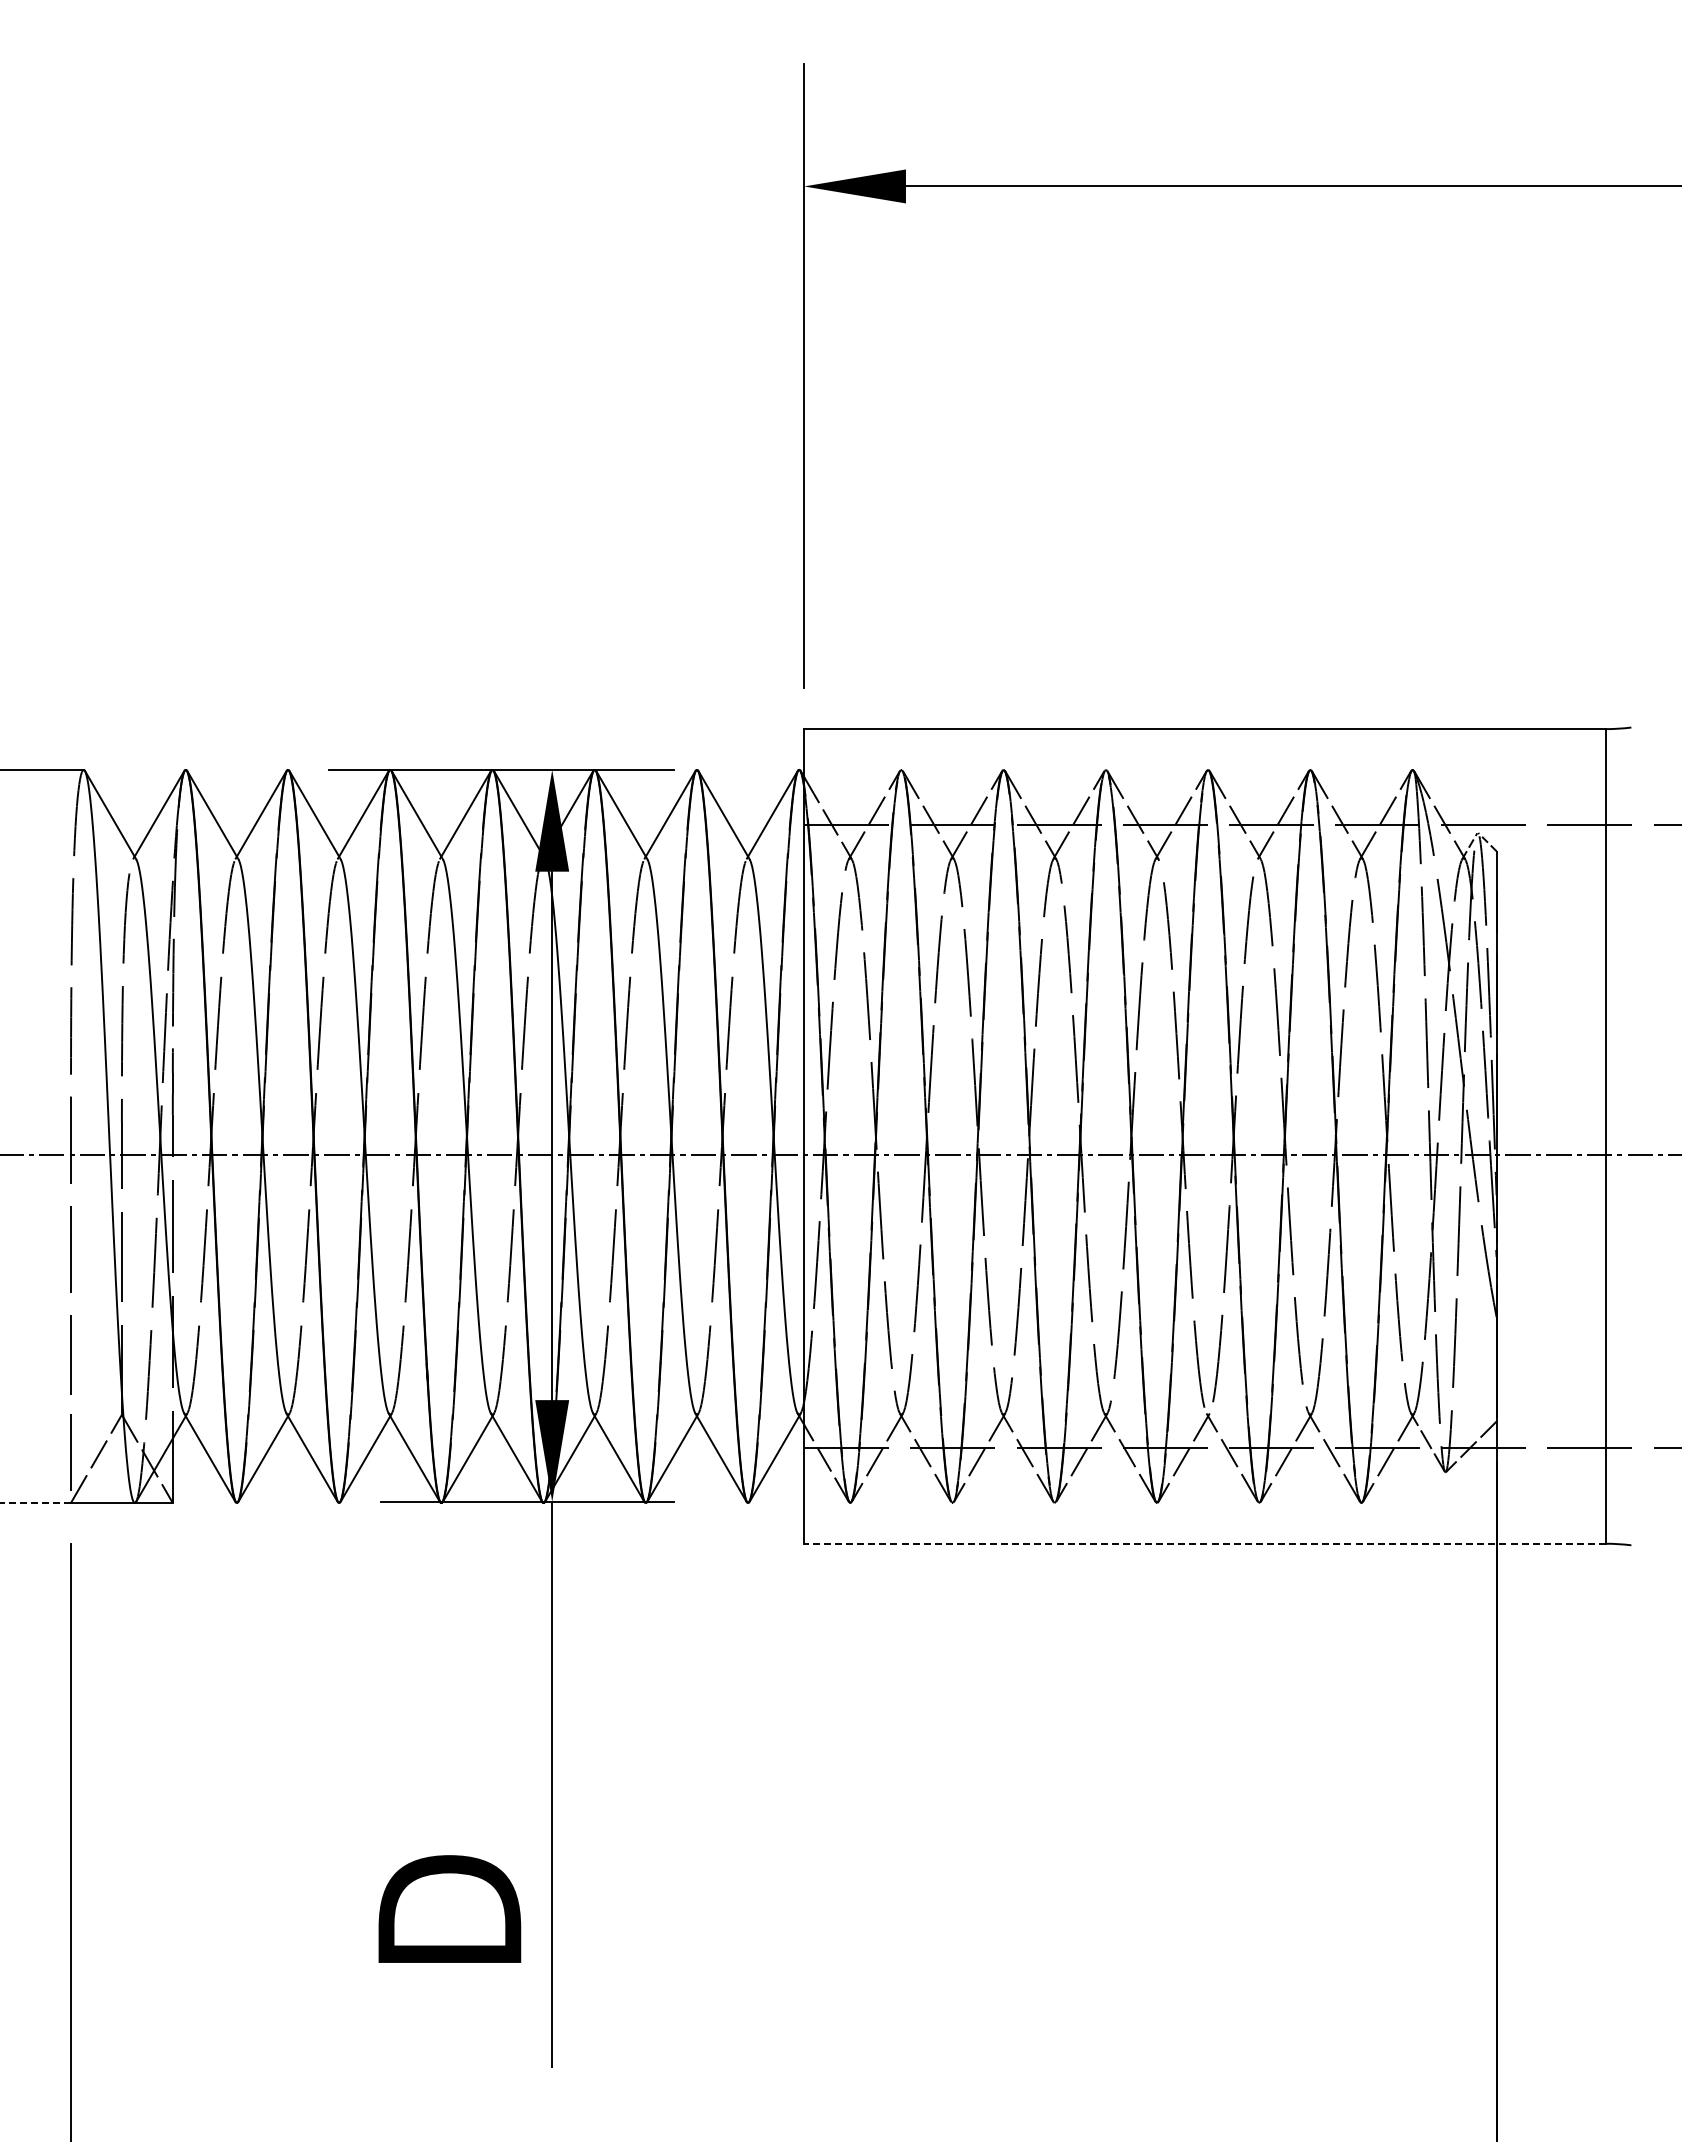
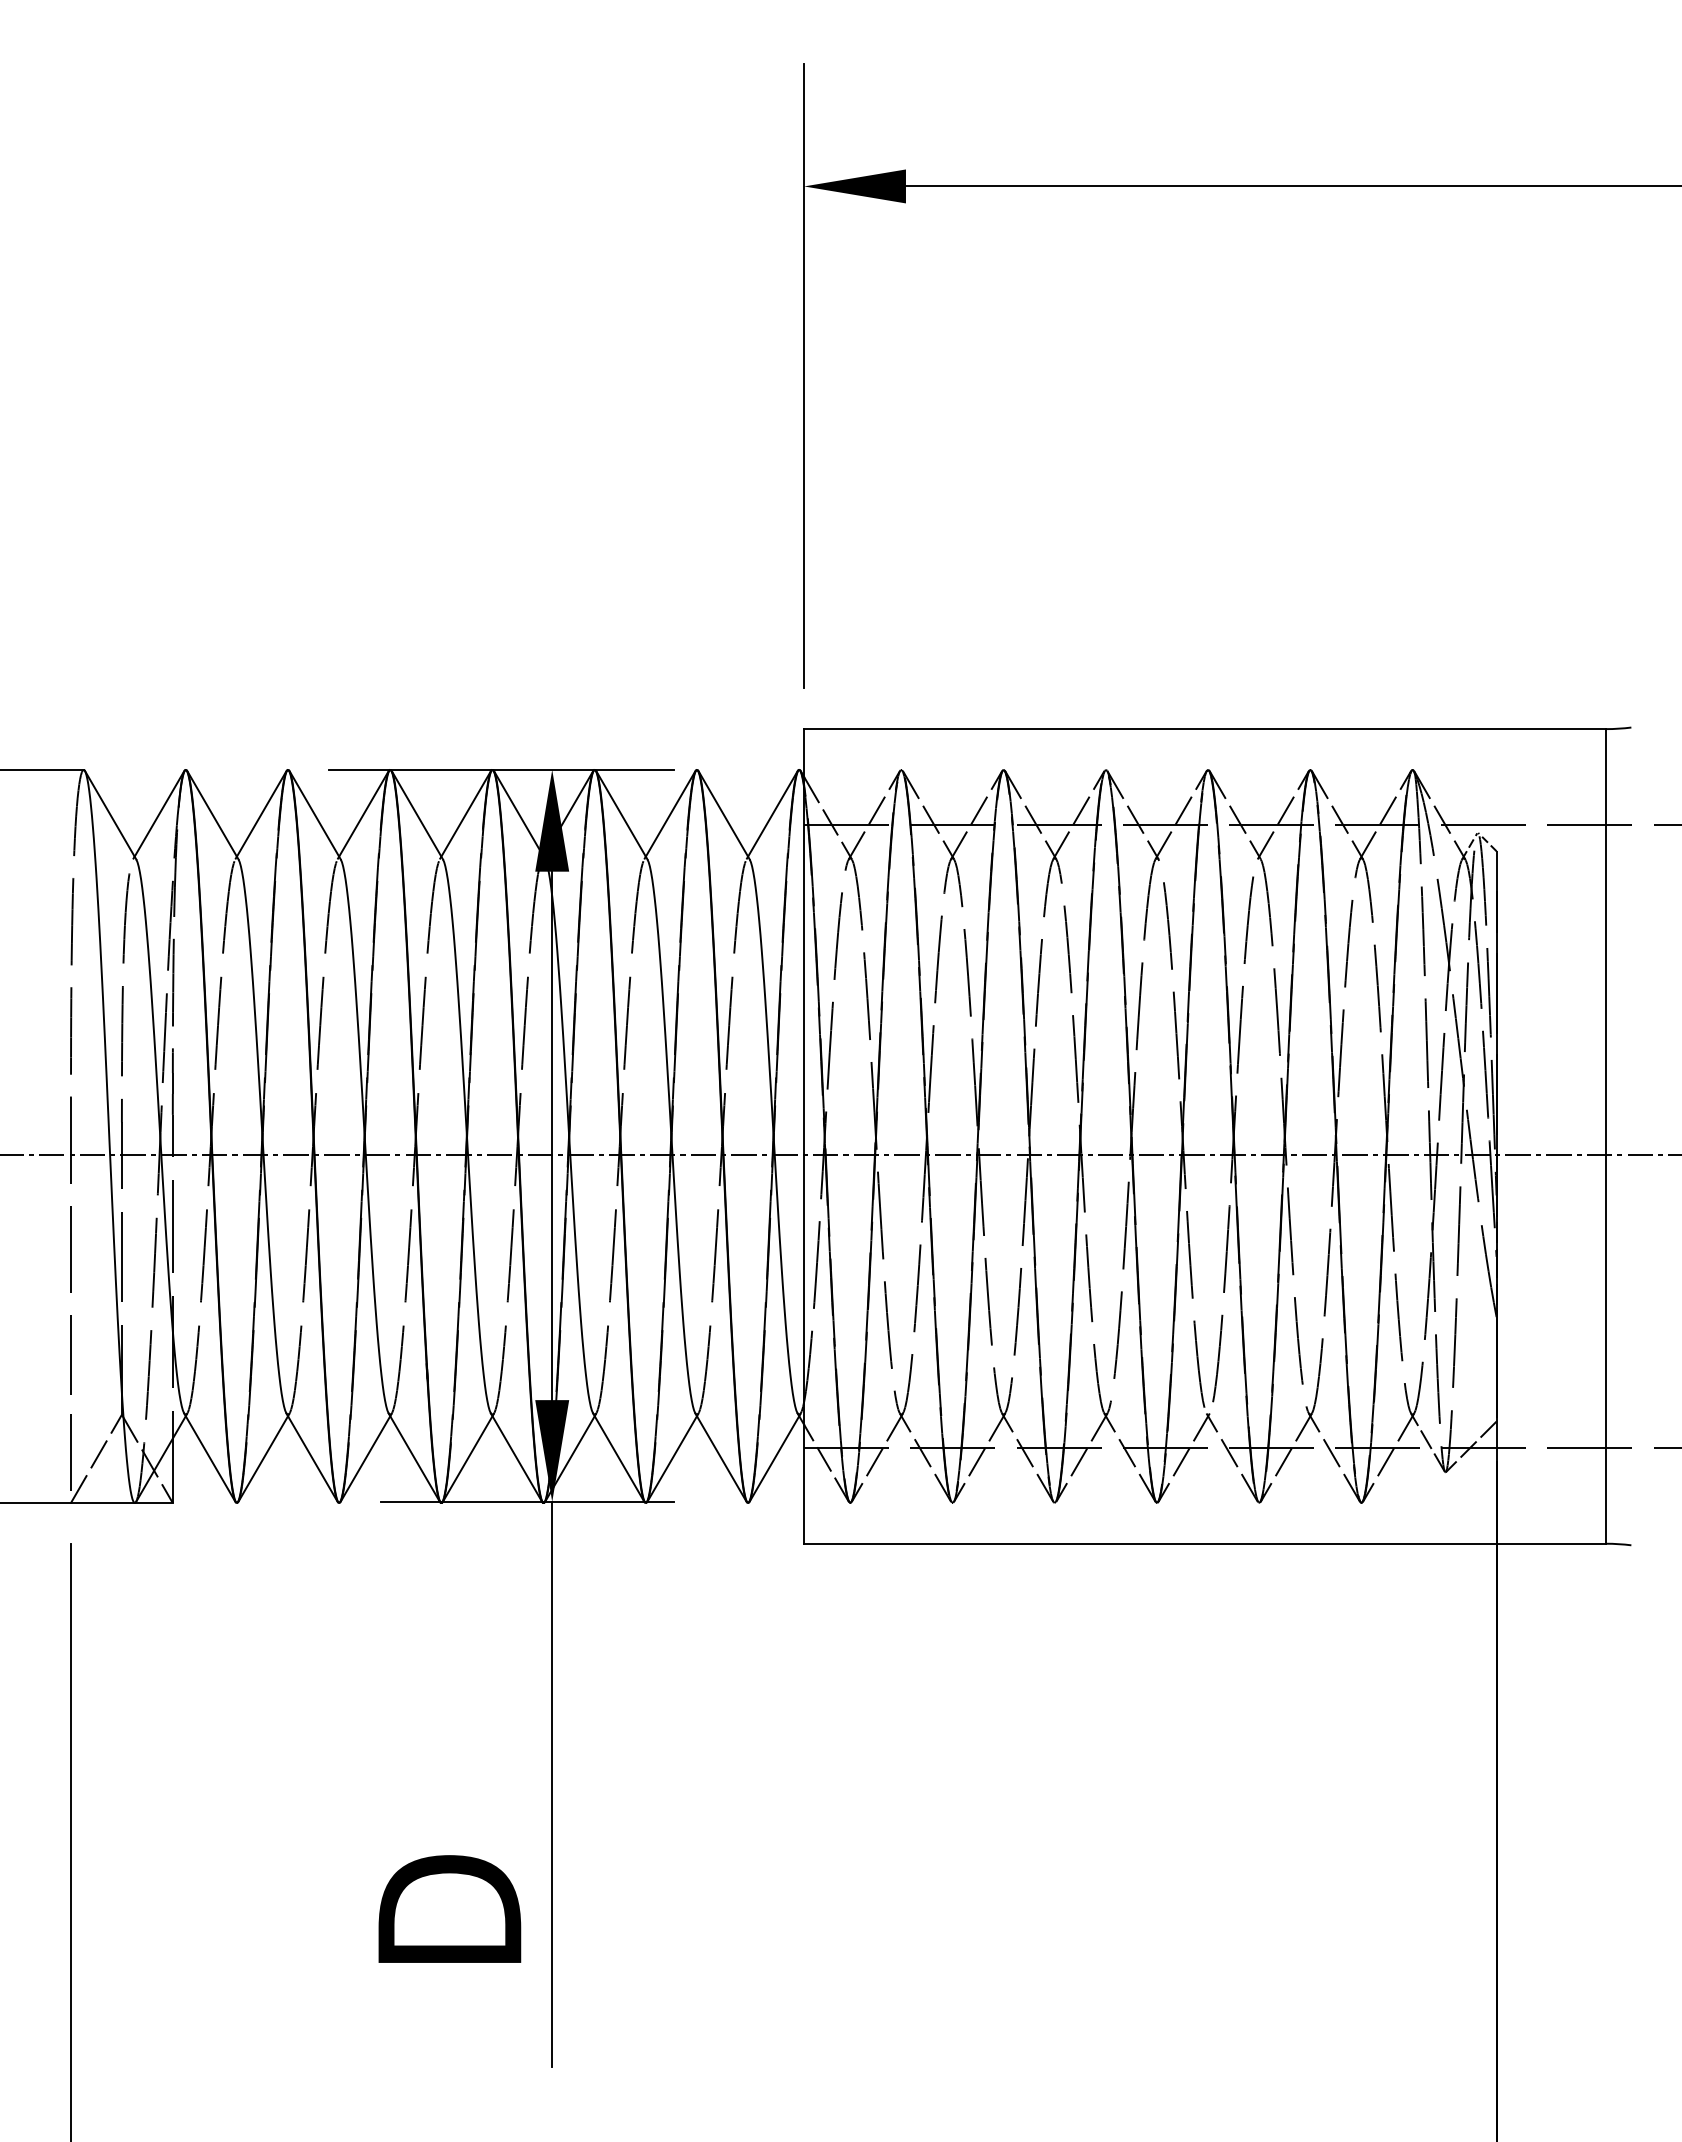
line at (35, 1503): dashed -> solid
line at (1205, 1543): dashed -> solid
